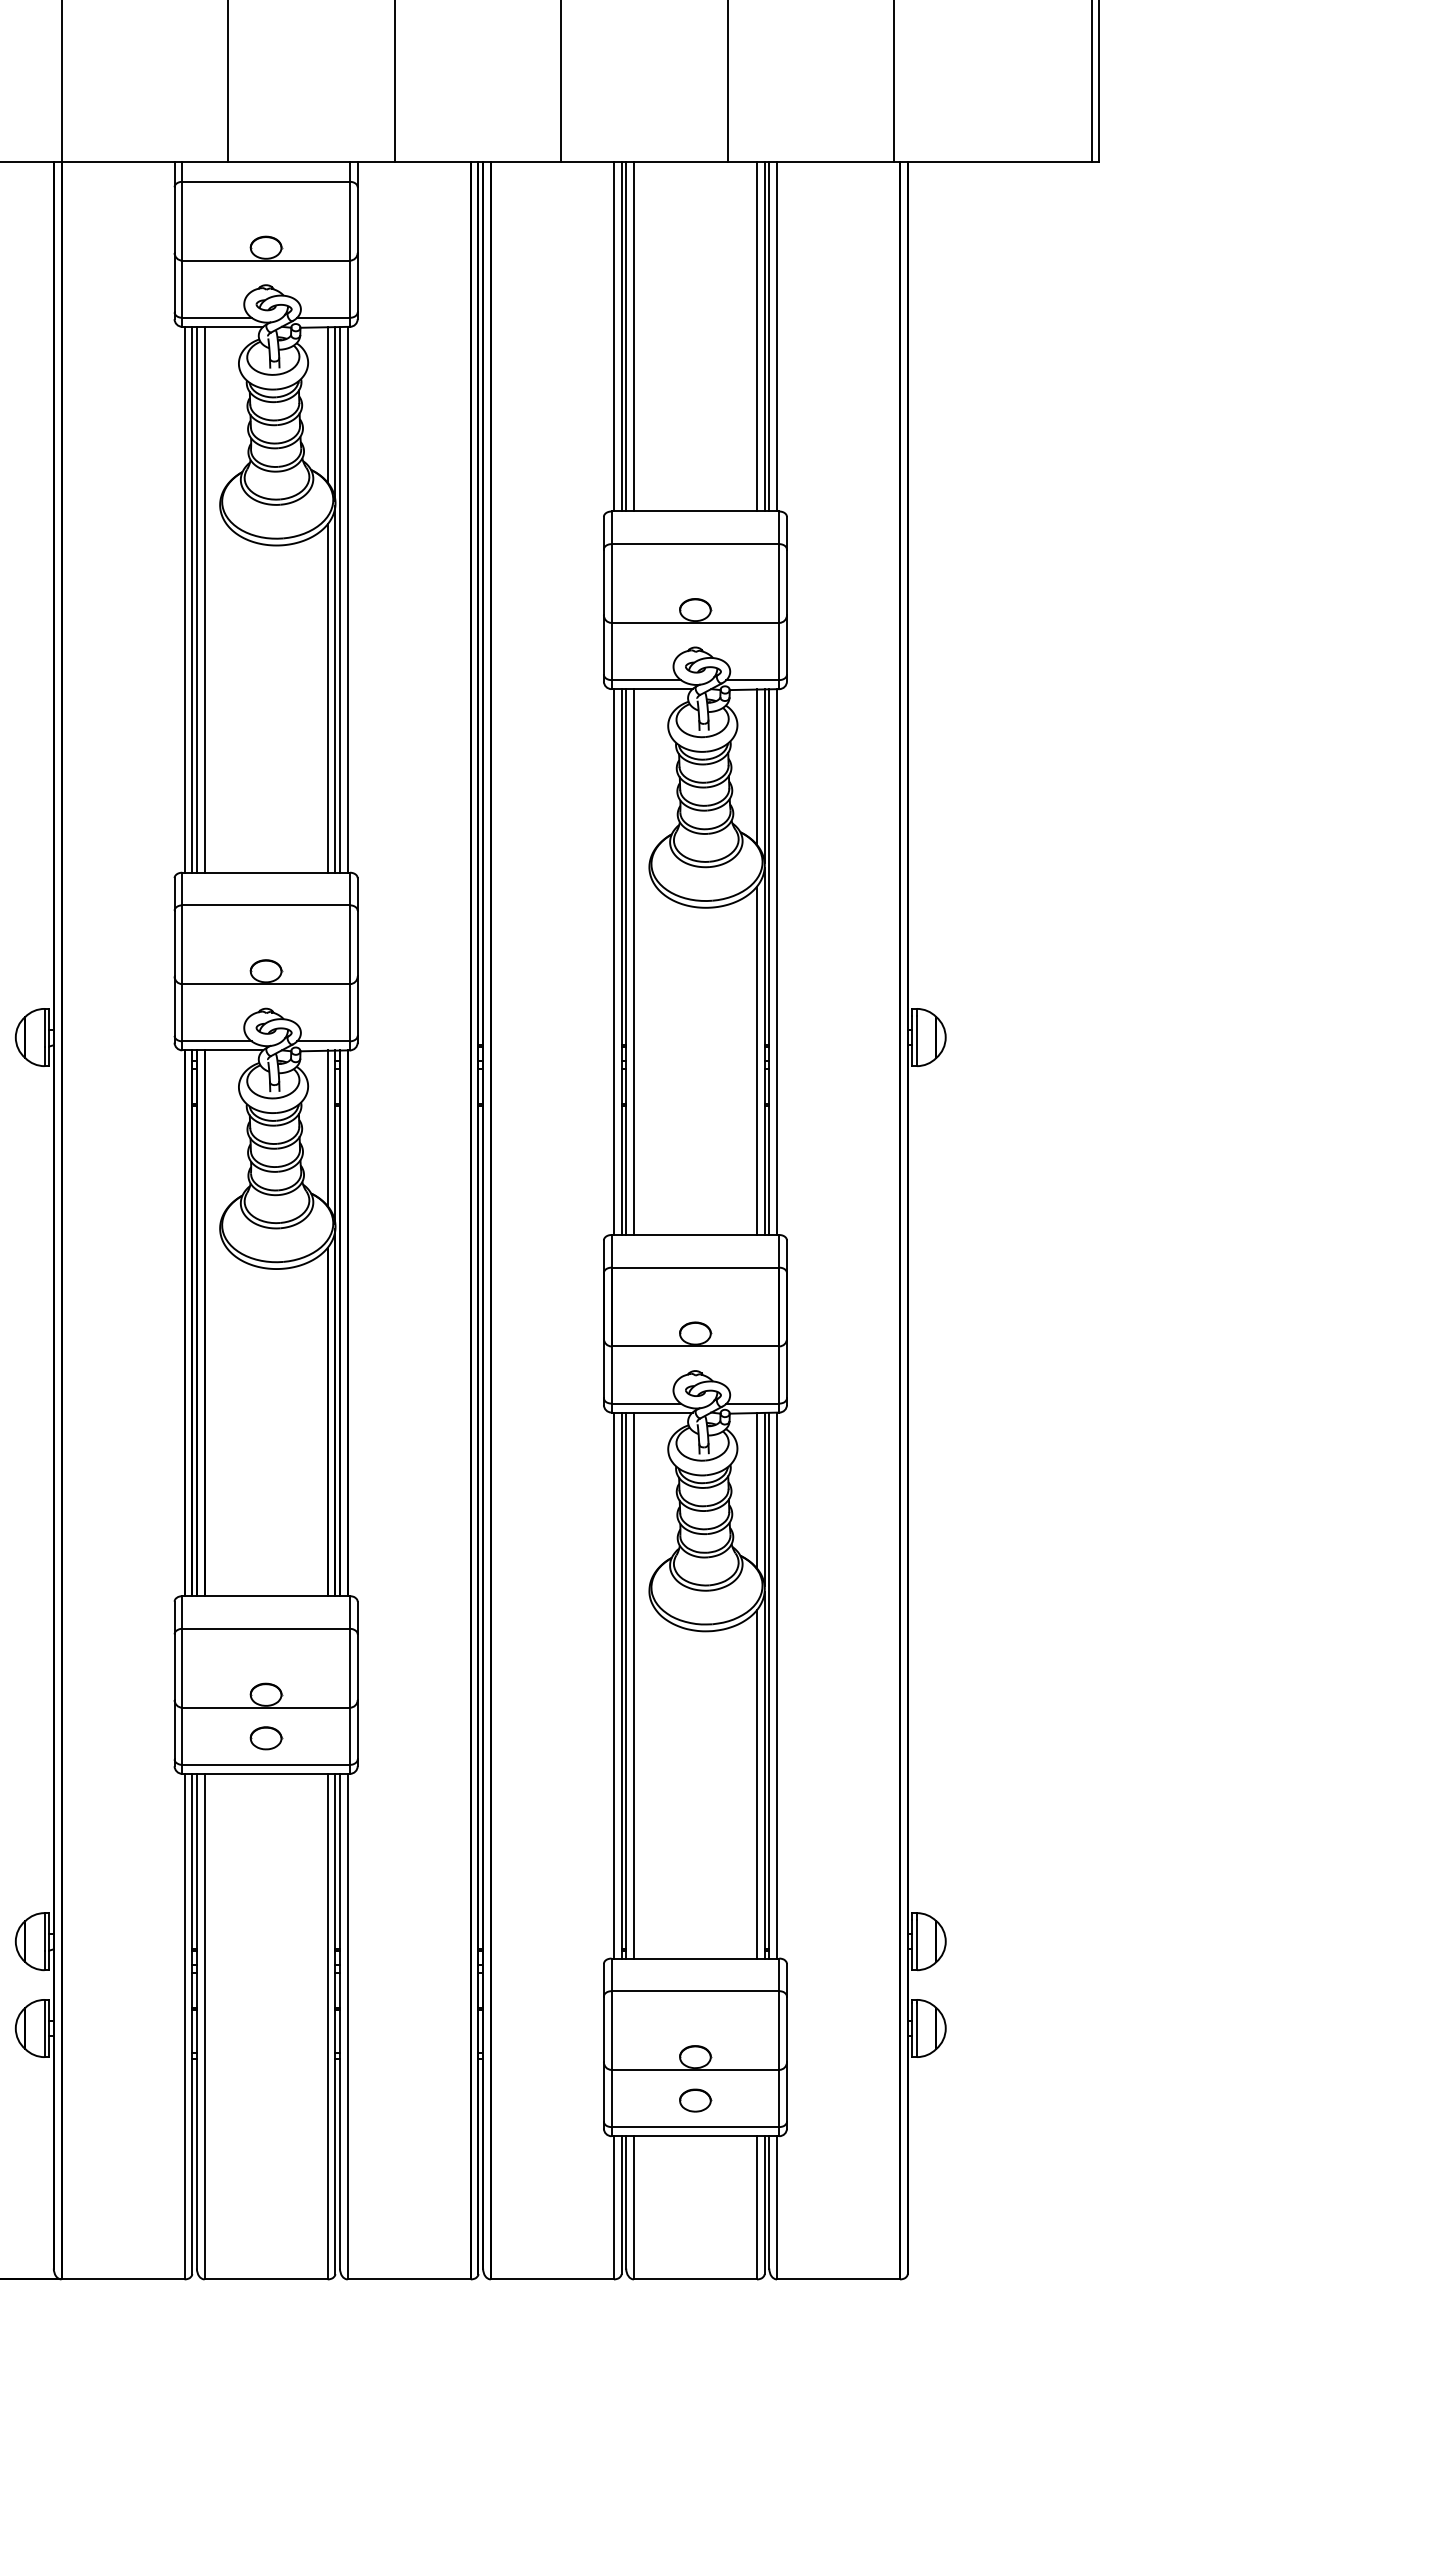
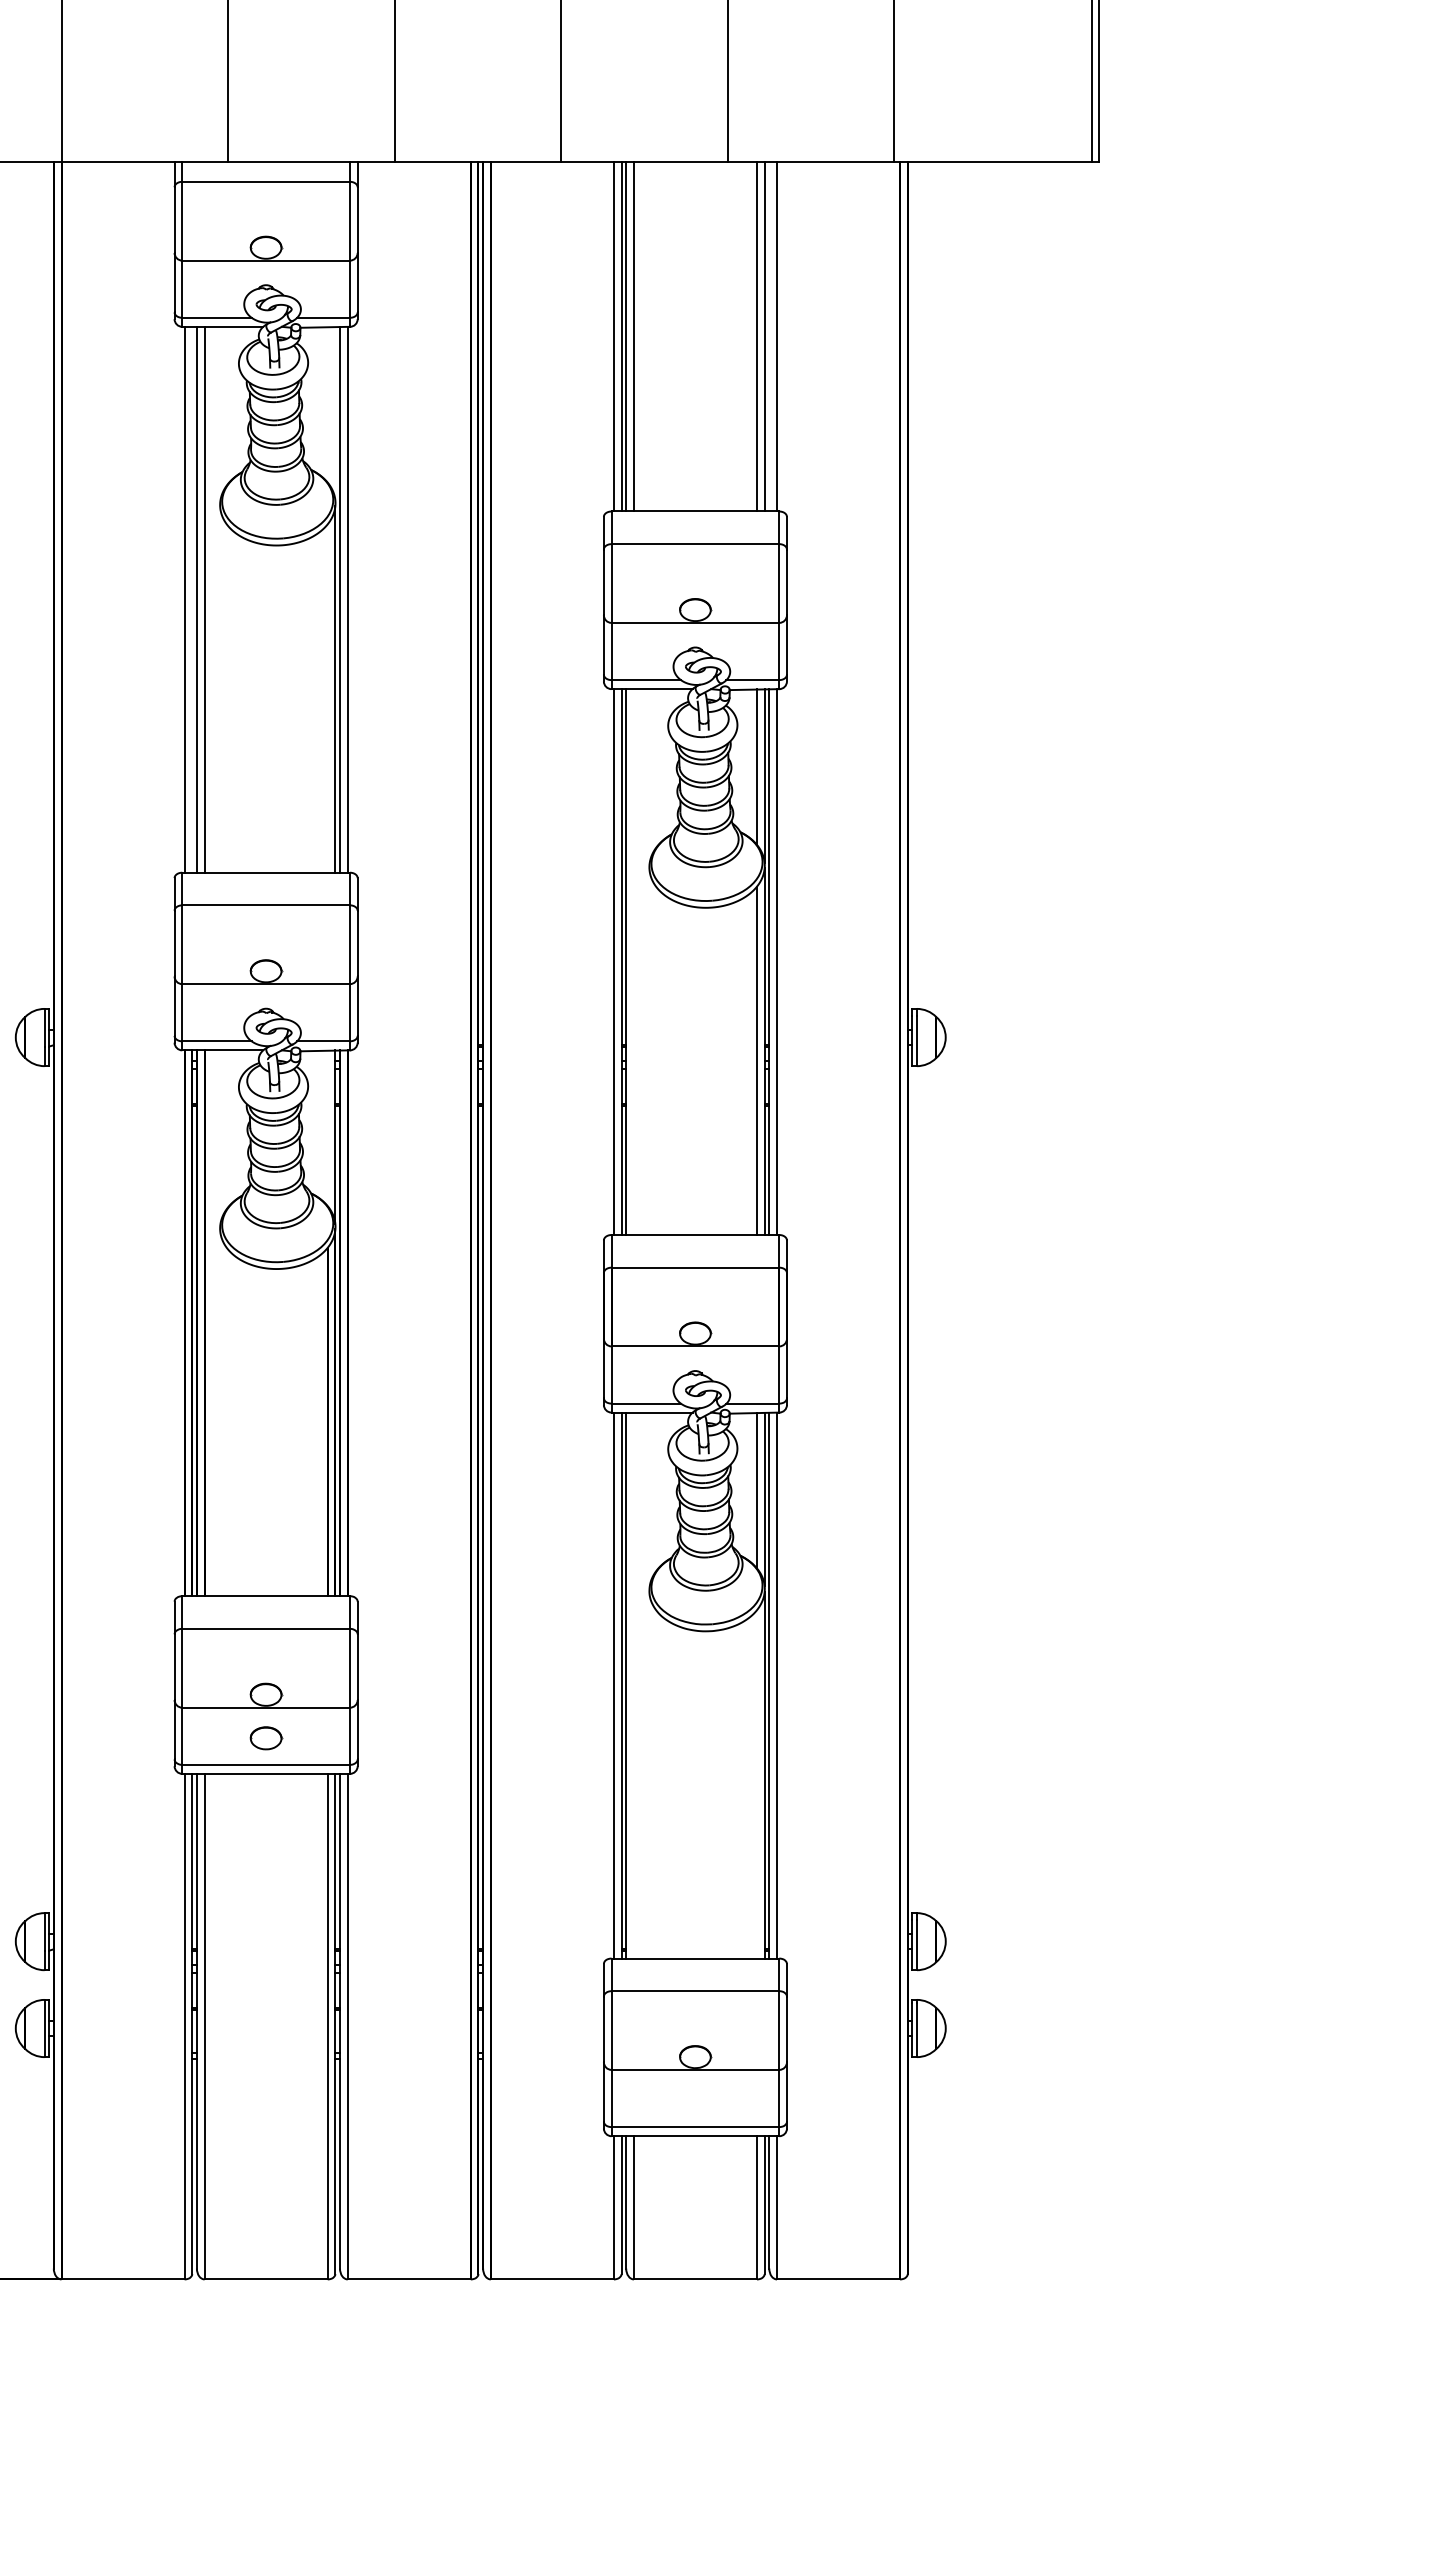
line at (769, 336): present -> none
line at (327, 404): present -> none
line at (335, 413): present -> none
line at (192, 599): present -> none
line at (327, 698): present -> none
line at (633, 962): present -> none
line at (327, 1128): present -> none
line at (633, 1685): present -> none
line at (756, 1784): present -> none
part at (695, 2100): present -> none
